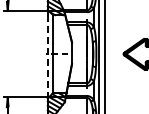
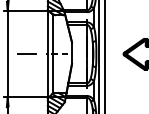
line at (26, 53): none -> present
line at (7, 54): none -> present
line at (47, 56): dashed -> solid
